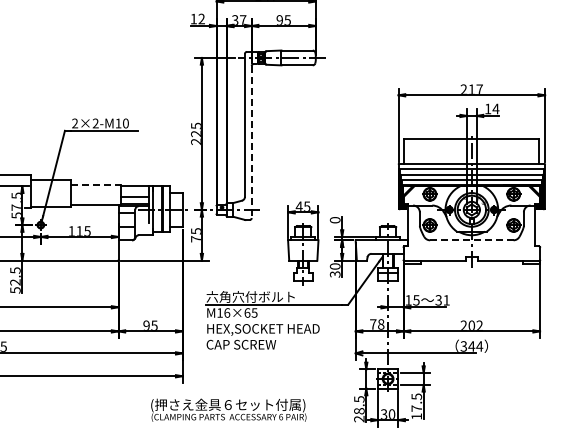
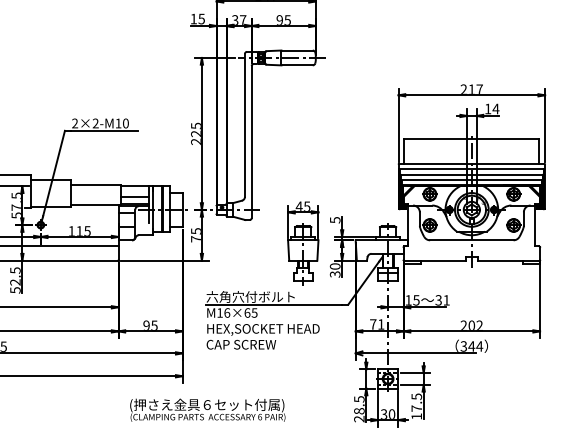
text at (201, 18): 12 -> 15
line at (251, 142): dashed -> solid
line at (95, 185): dashed -> solid
text at (334, 220): 0 -> 5
line at (471, 240): dashed -> solid
line at (60, 246): none -> present
text at (381, 324): 78 -> 71
text at (228, 409) position: (228, 409) -> (207, 409)
